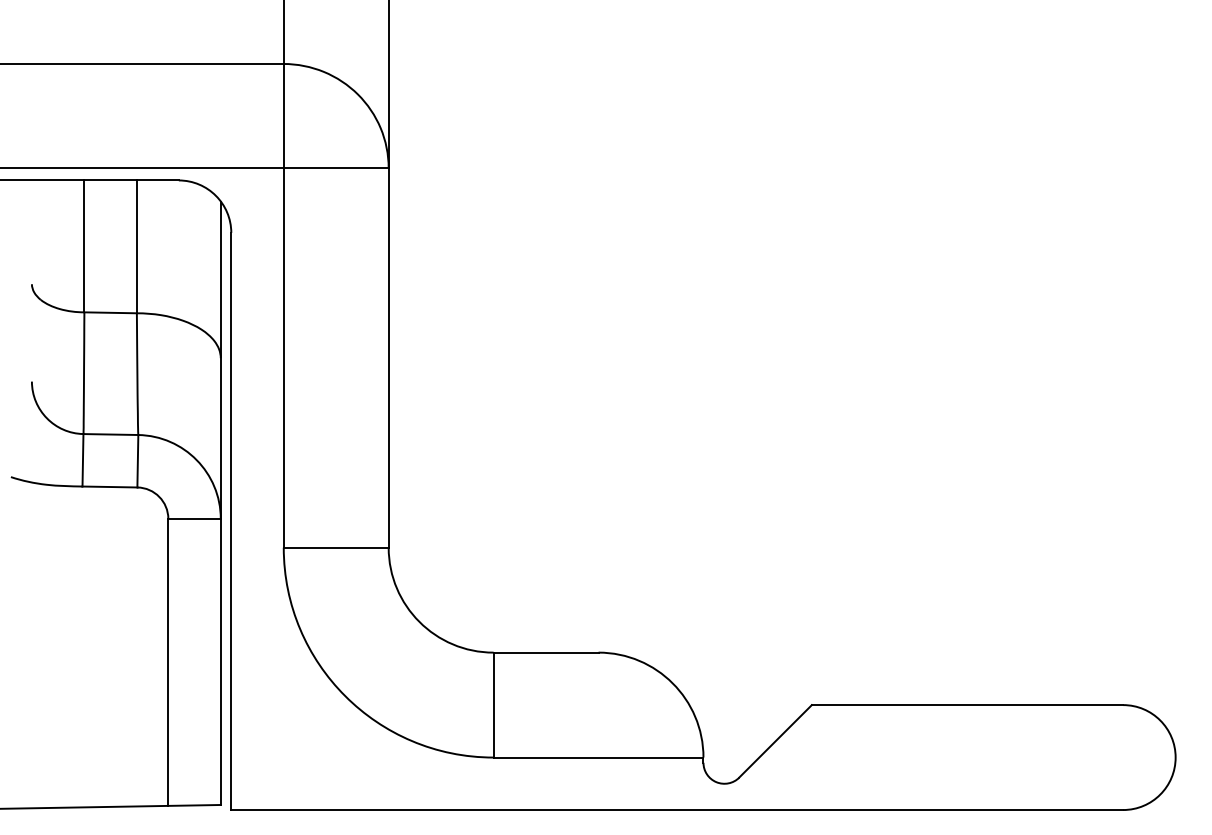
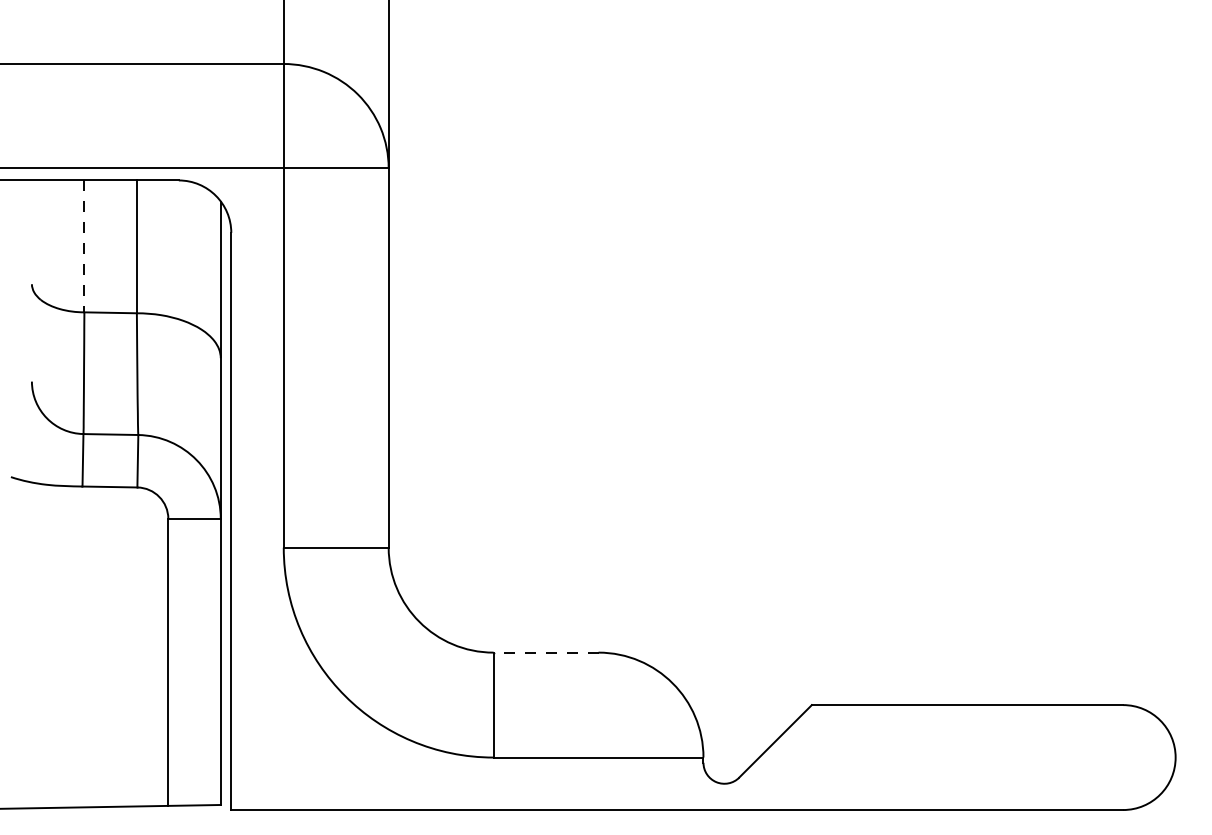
line at (84, 246): solid -> dashed
line at (545, 652): solid -> dashed
